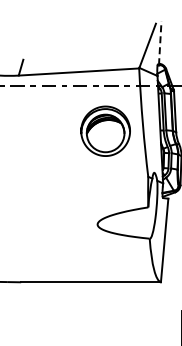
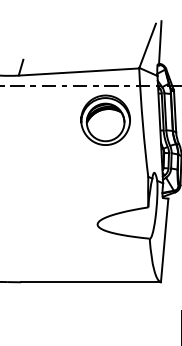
line at (160, 42): dashed -> solid
part at (105, 130) position: (105, 130) -> (105, 119)
